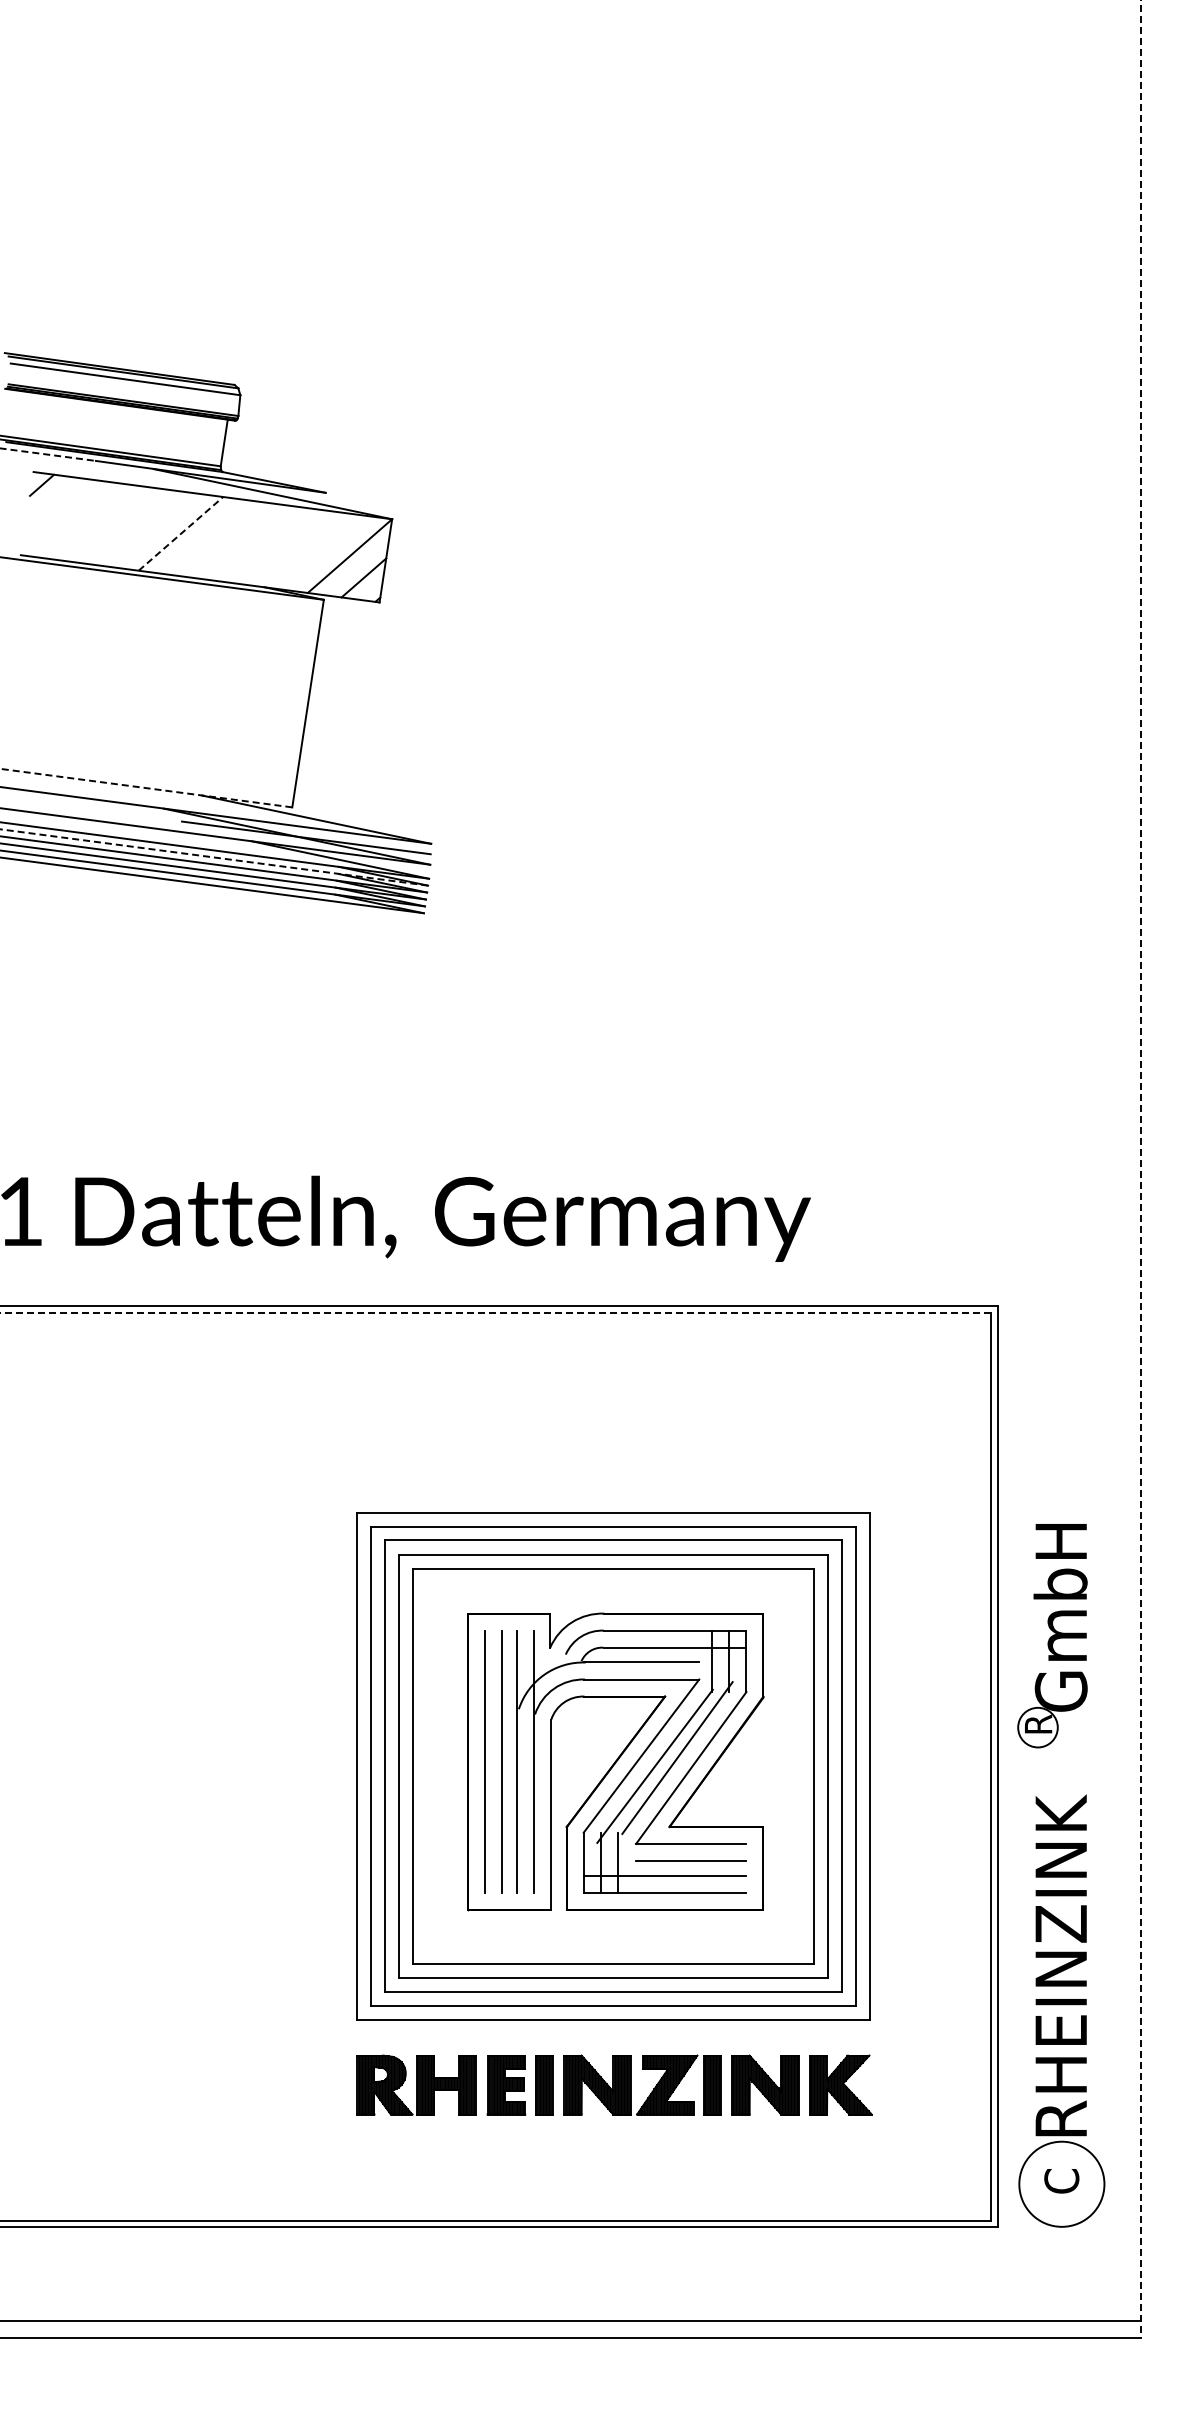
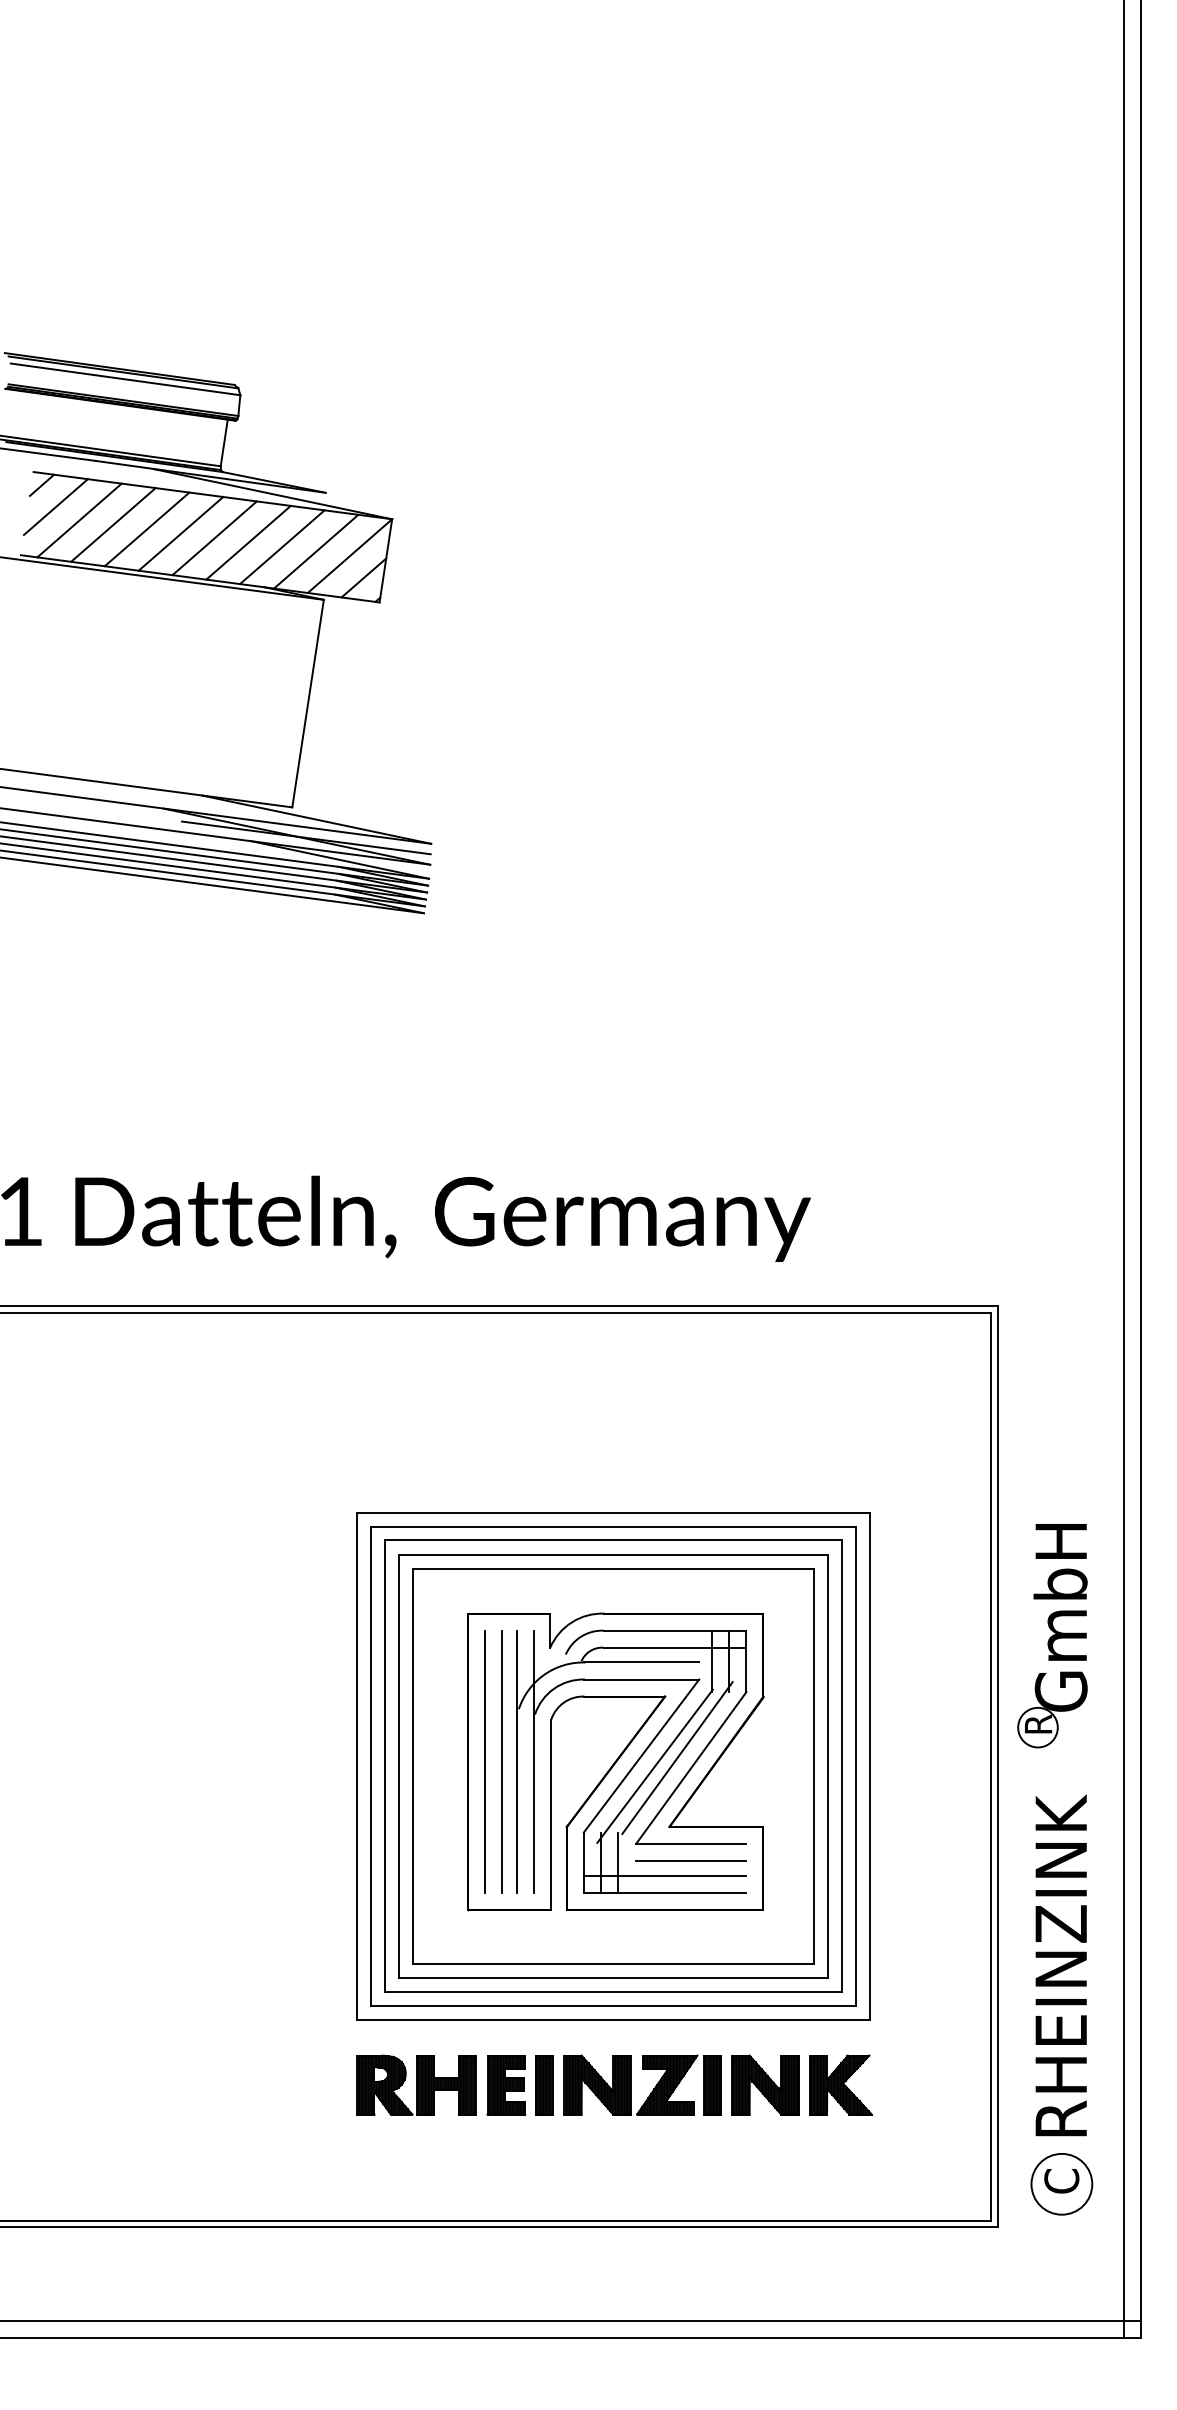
line at (48, 454): dashed -> solid
line at (55, 506): none -> present
line at (79, 520): none -> present
line at (113, 524): none -> present
line at (146, 529): none -> present
line at (181, 533): dashed -> solid
line at (214, 538): none -> present
line at (248, 542): none -> present
line at (282, 546): none -> present
line at (316, 551): none -> present
line at (145, 788): dashed -> solid
line at (214, 857): dashed -> solid
line at (1124, 1169): none -> present
line at (1141, 1169): dashed -> solid
line at (496, 1312): dashed -> solid
circle at (1061, 2183) diameter: 85 px -> 61 px
